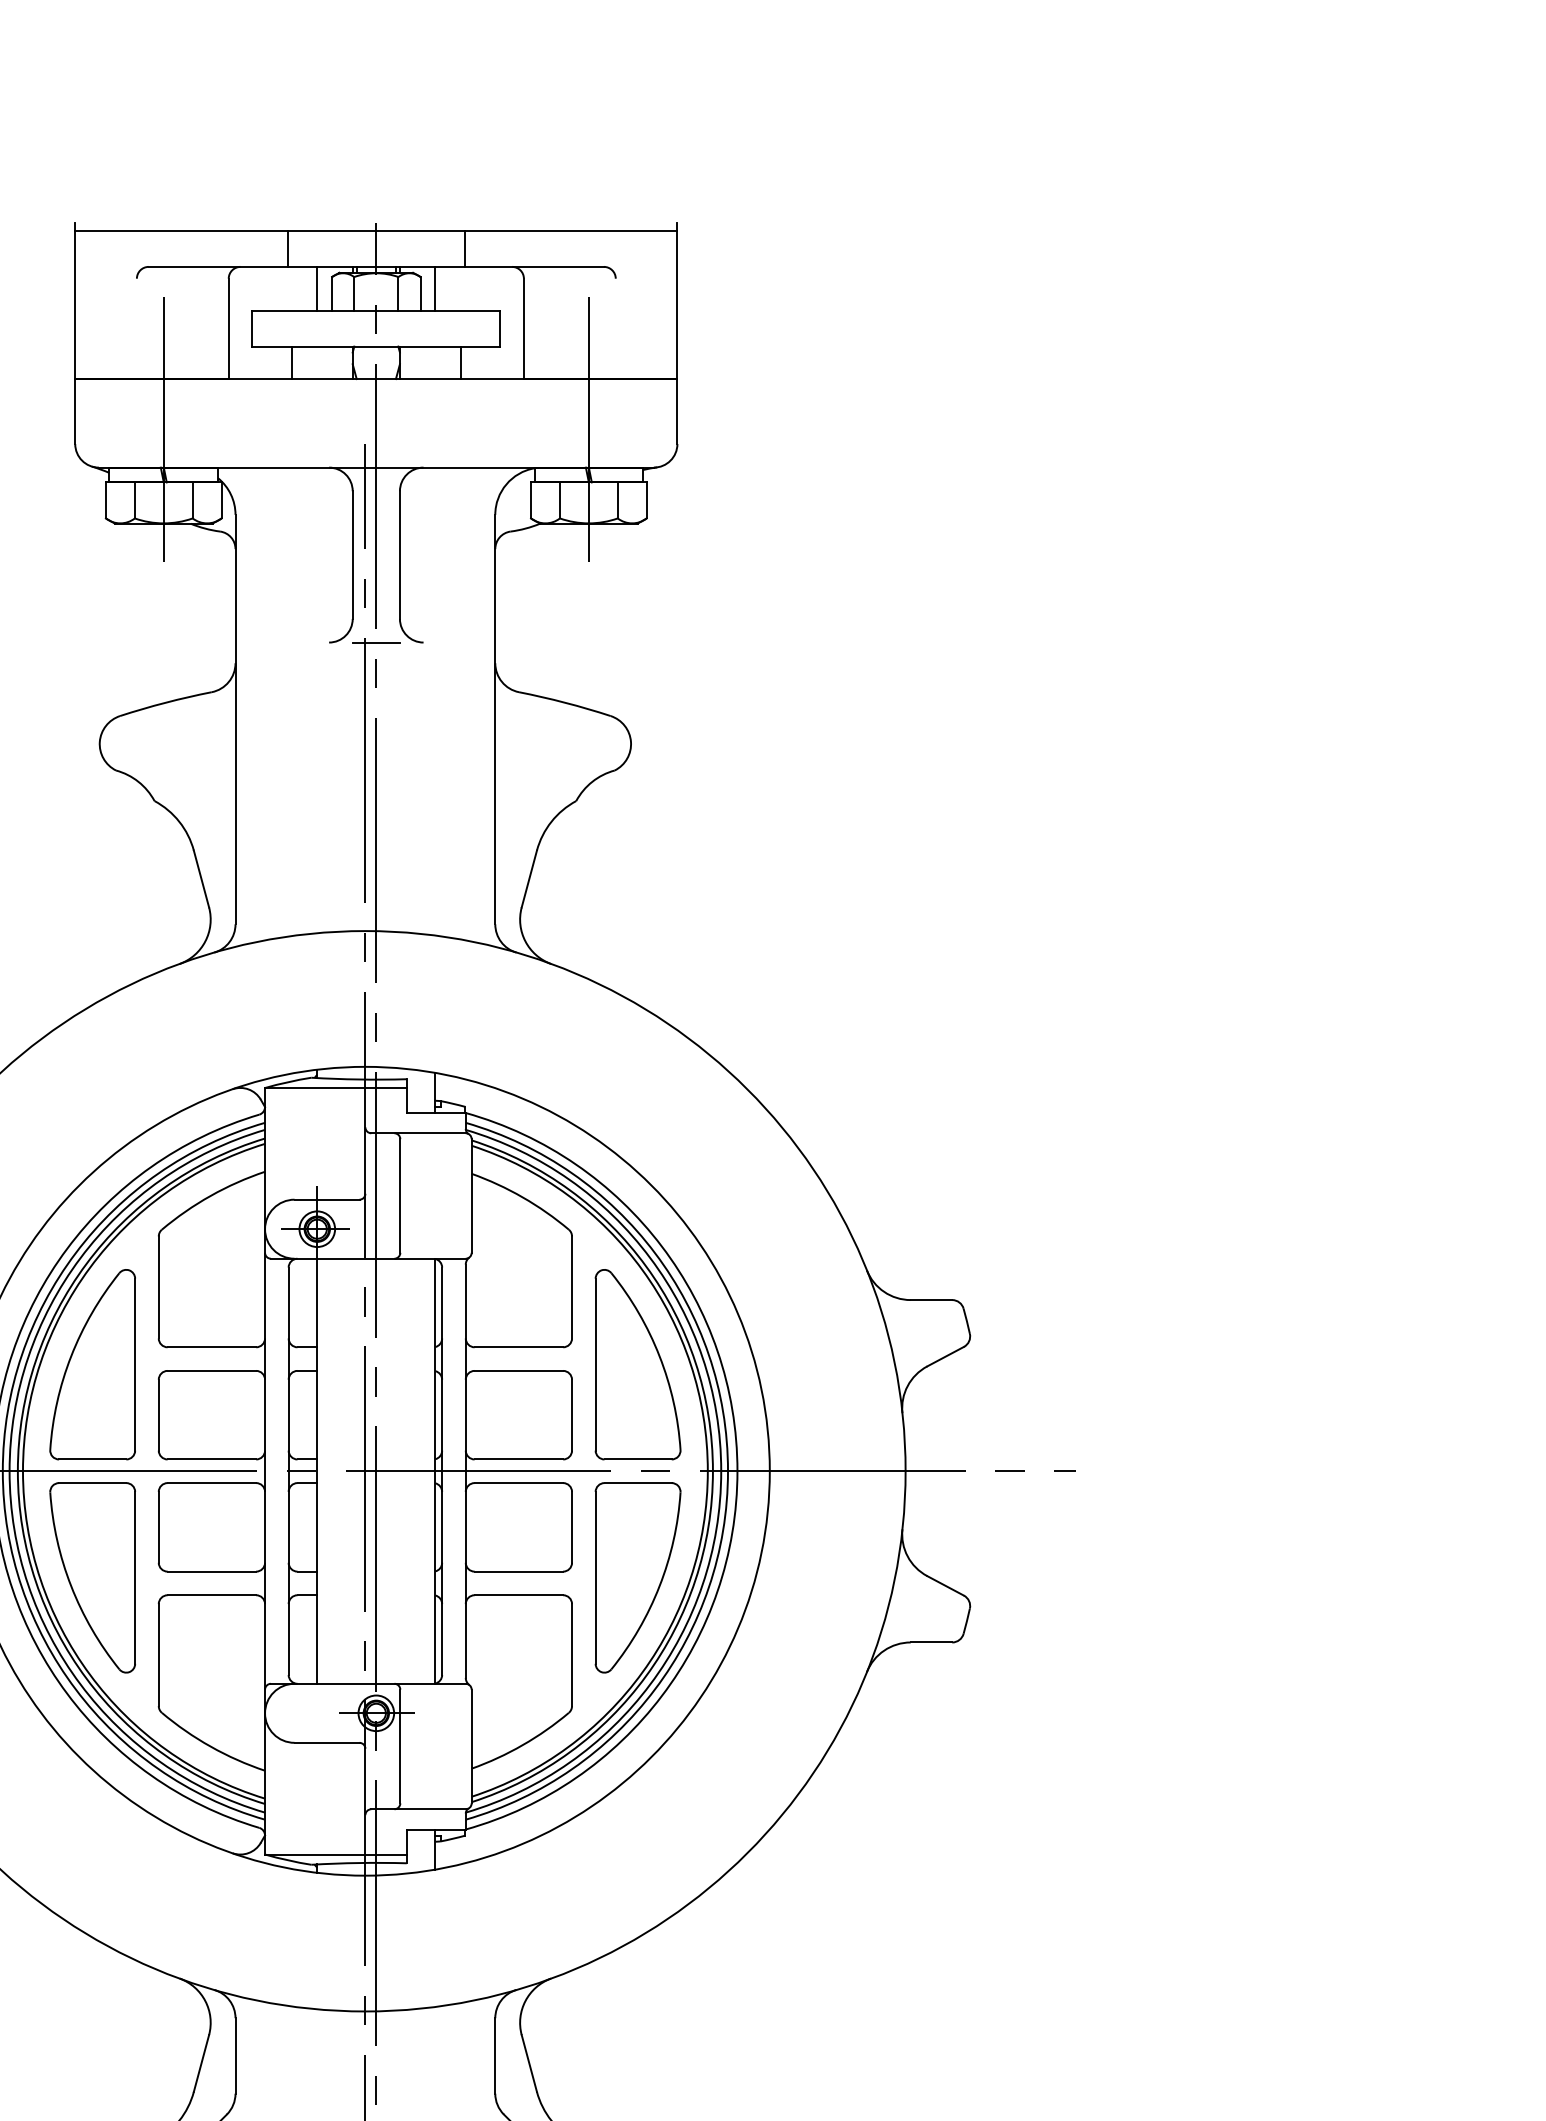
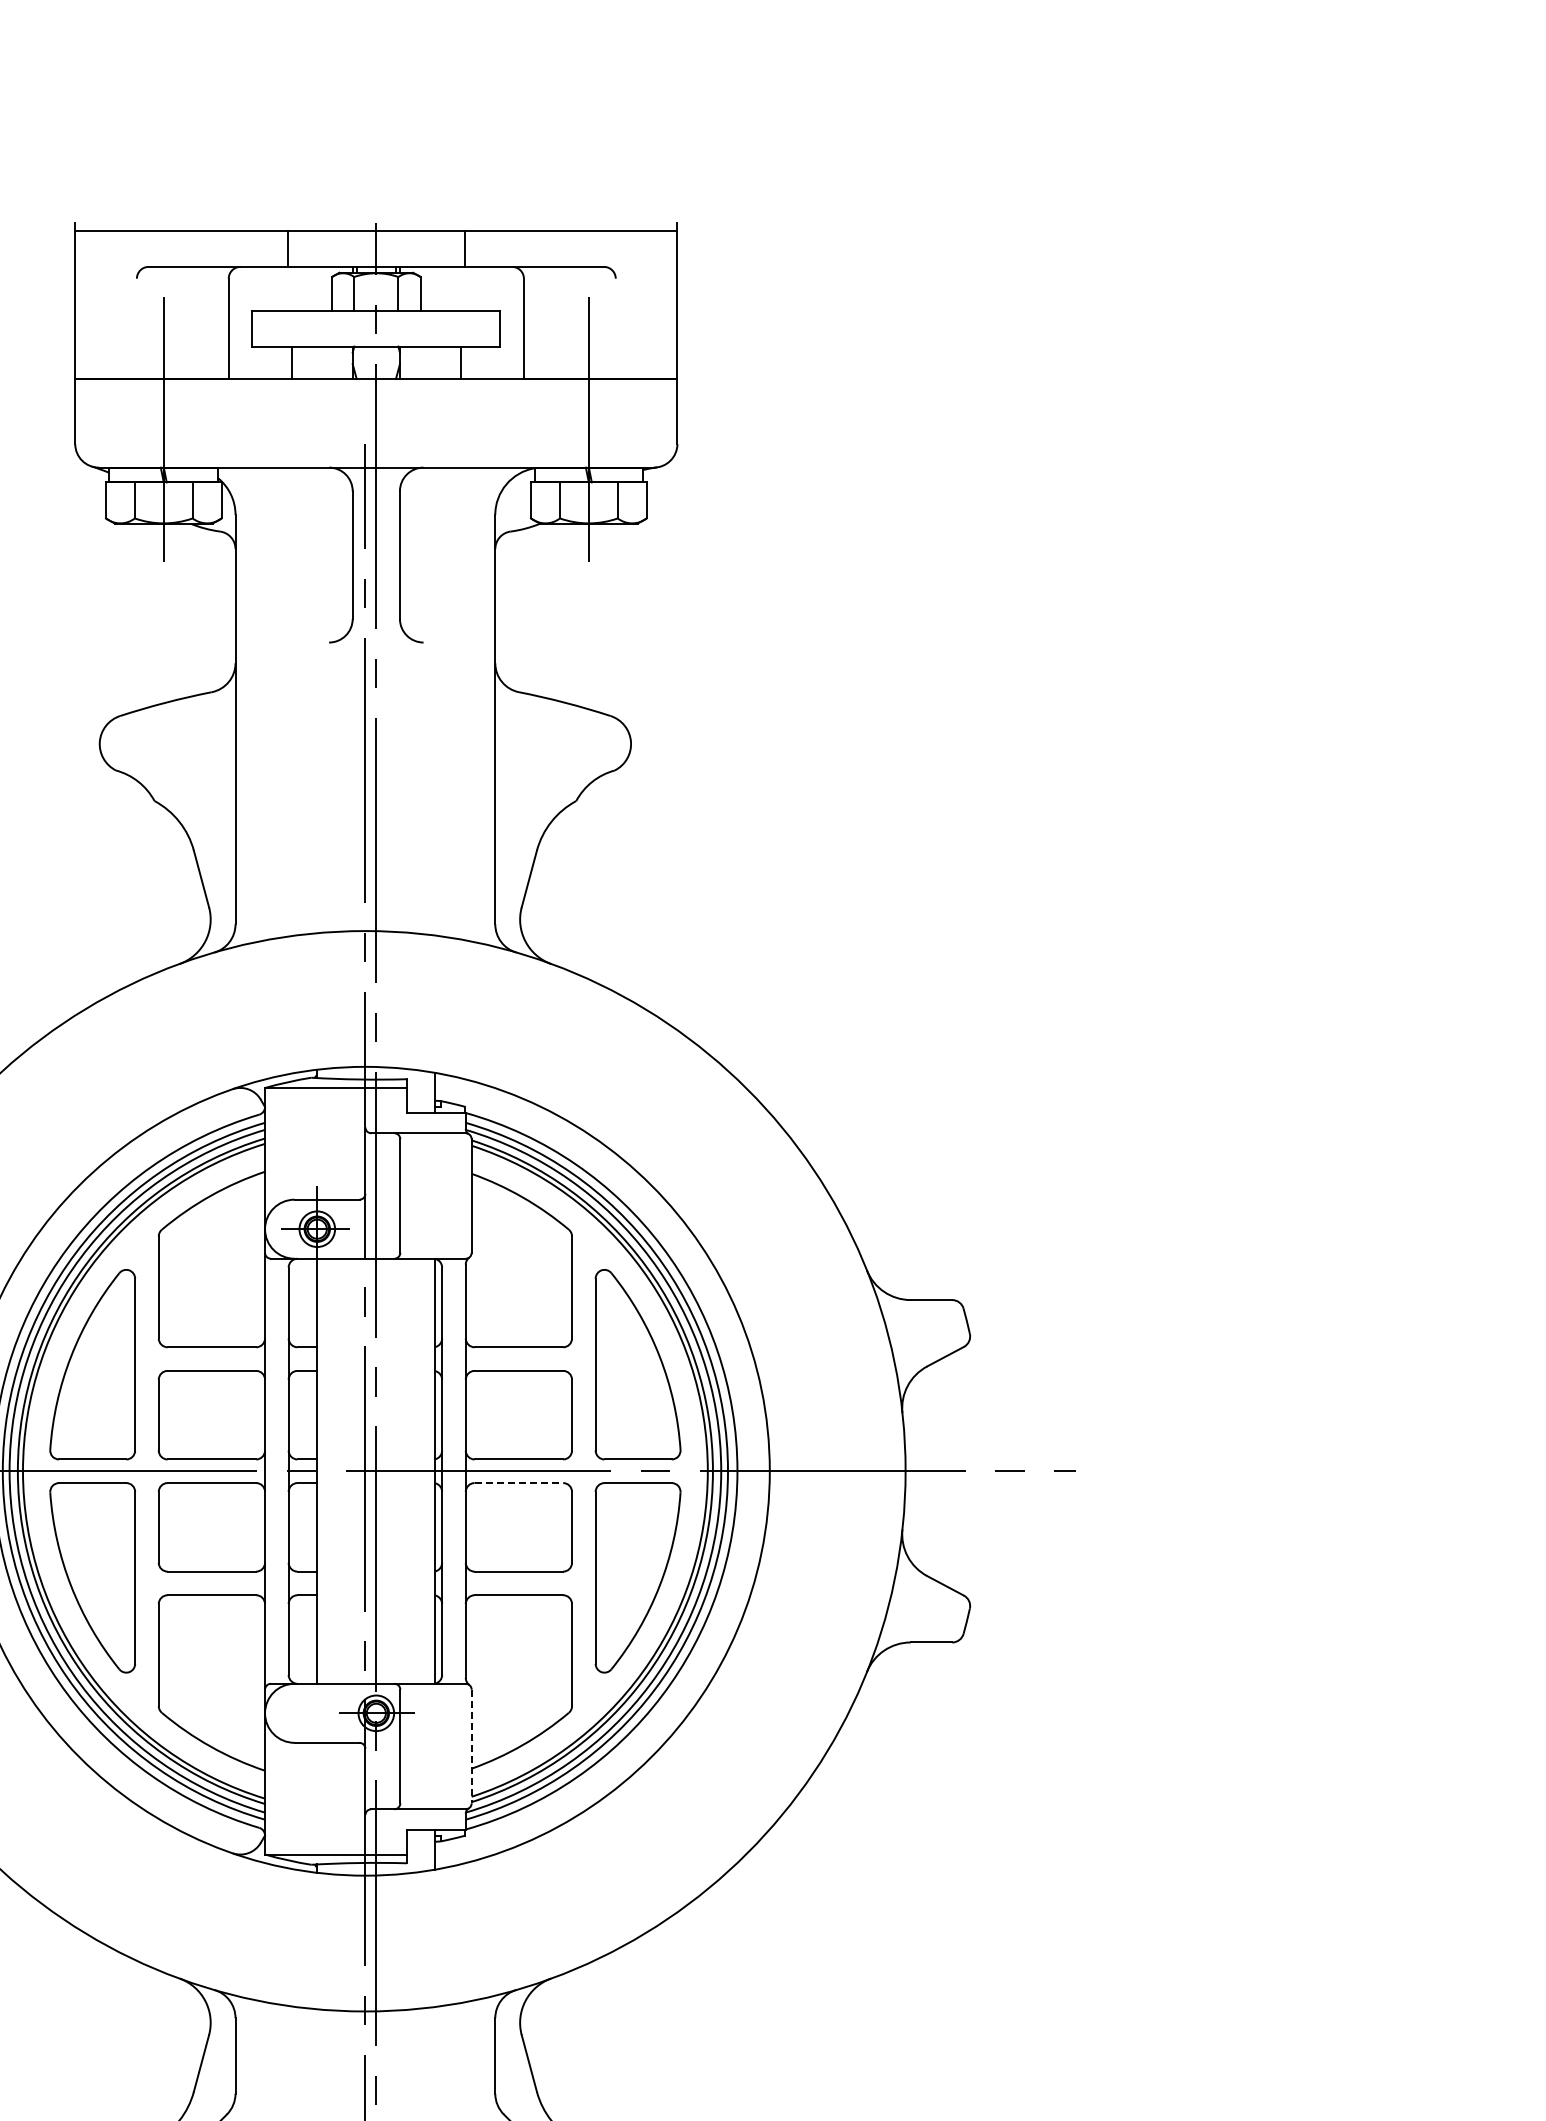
line at (317, 288): present -> none
line at (435, 288): present -> none
line at (375, 642): present -> none
line at (519, 1483): solid -> dashed
line at (471, 1746): solid -> dashed
